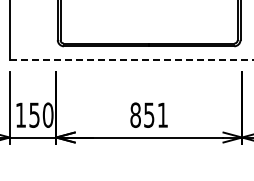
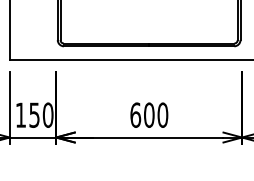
line at (131, 60): dashed -> solid
text at (149, 114): 851 -> 600
